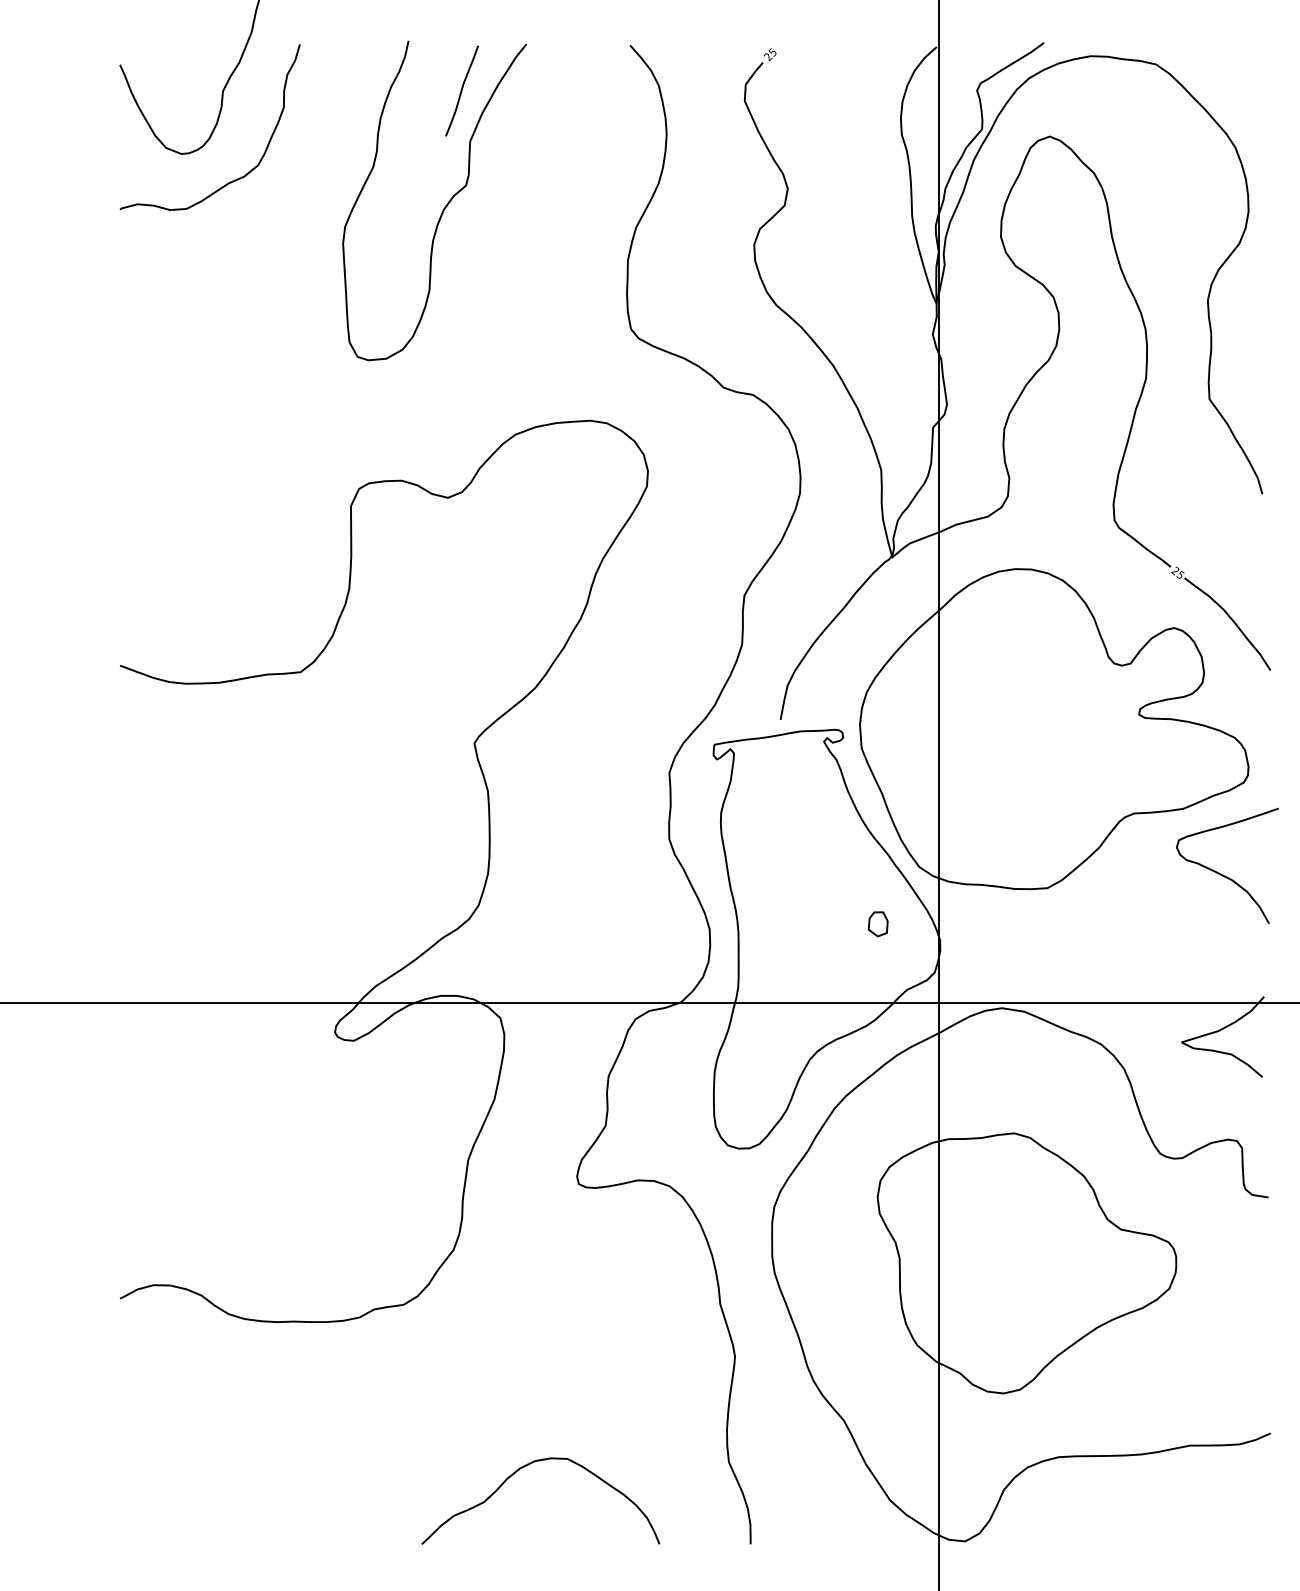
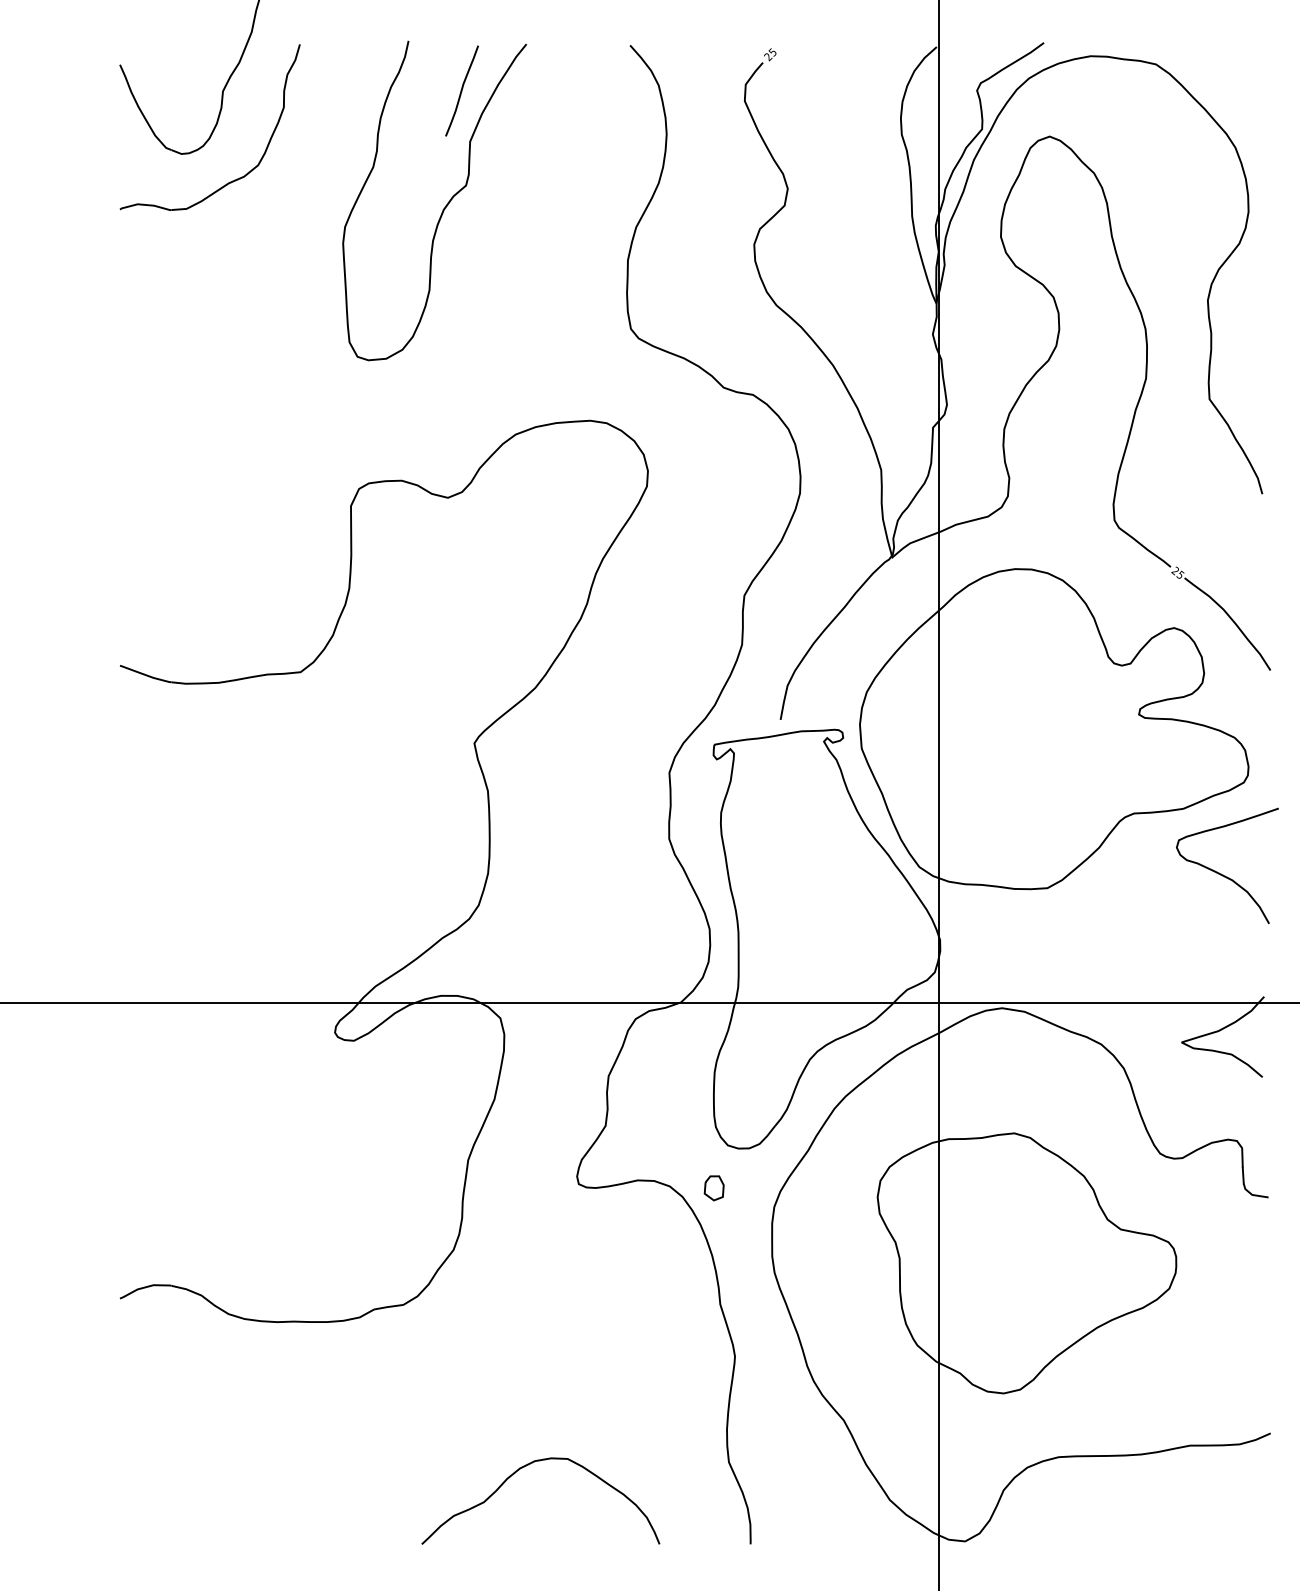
part at (877, 924) position: (877, 924) -> (713, 1188)
